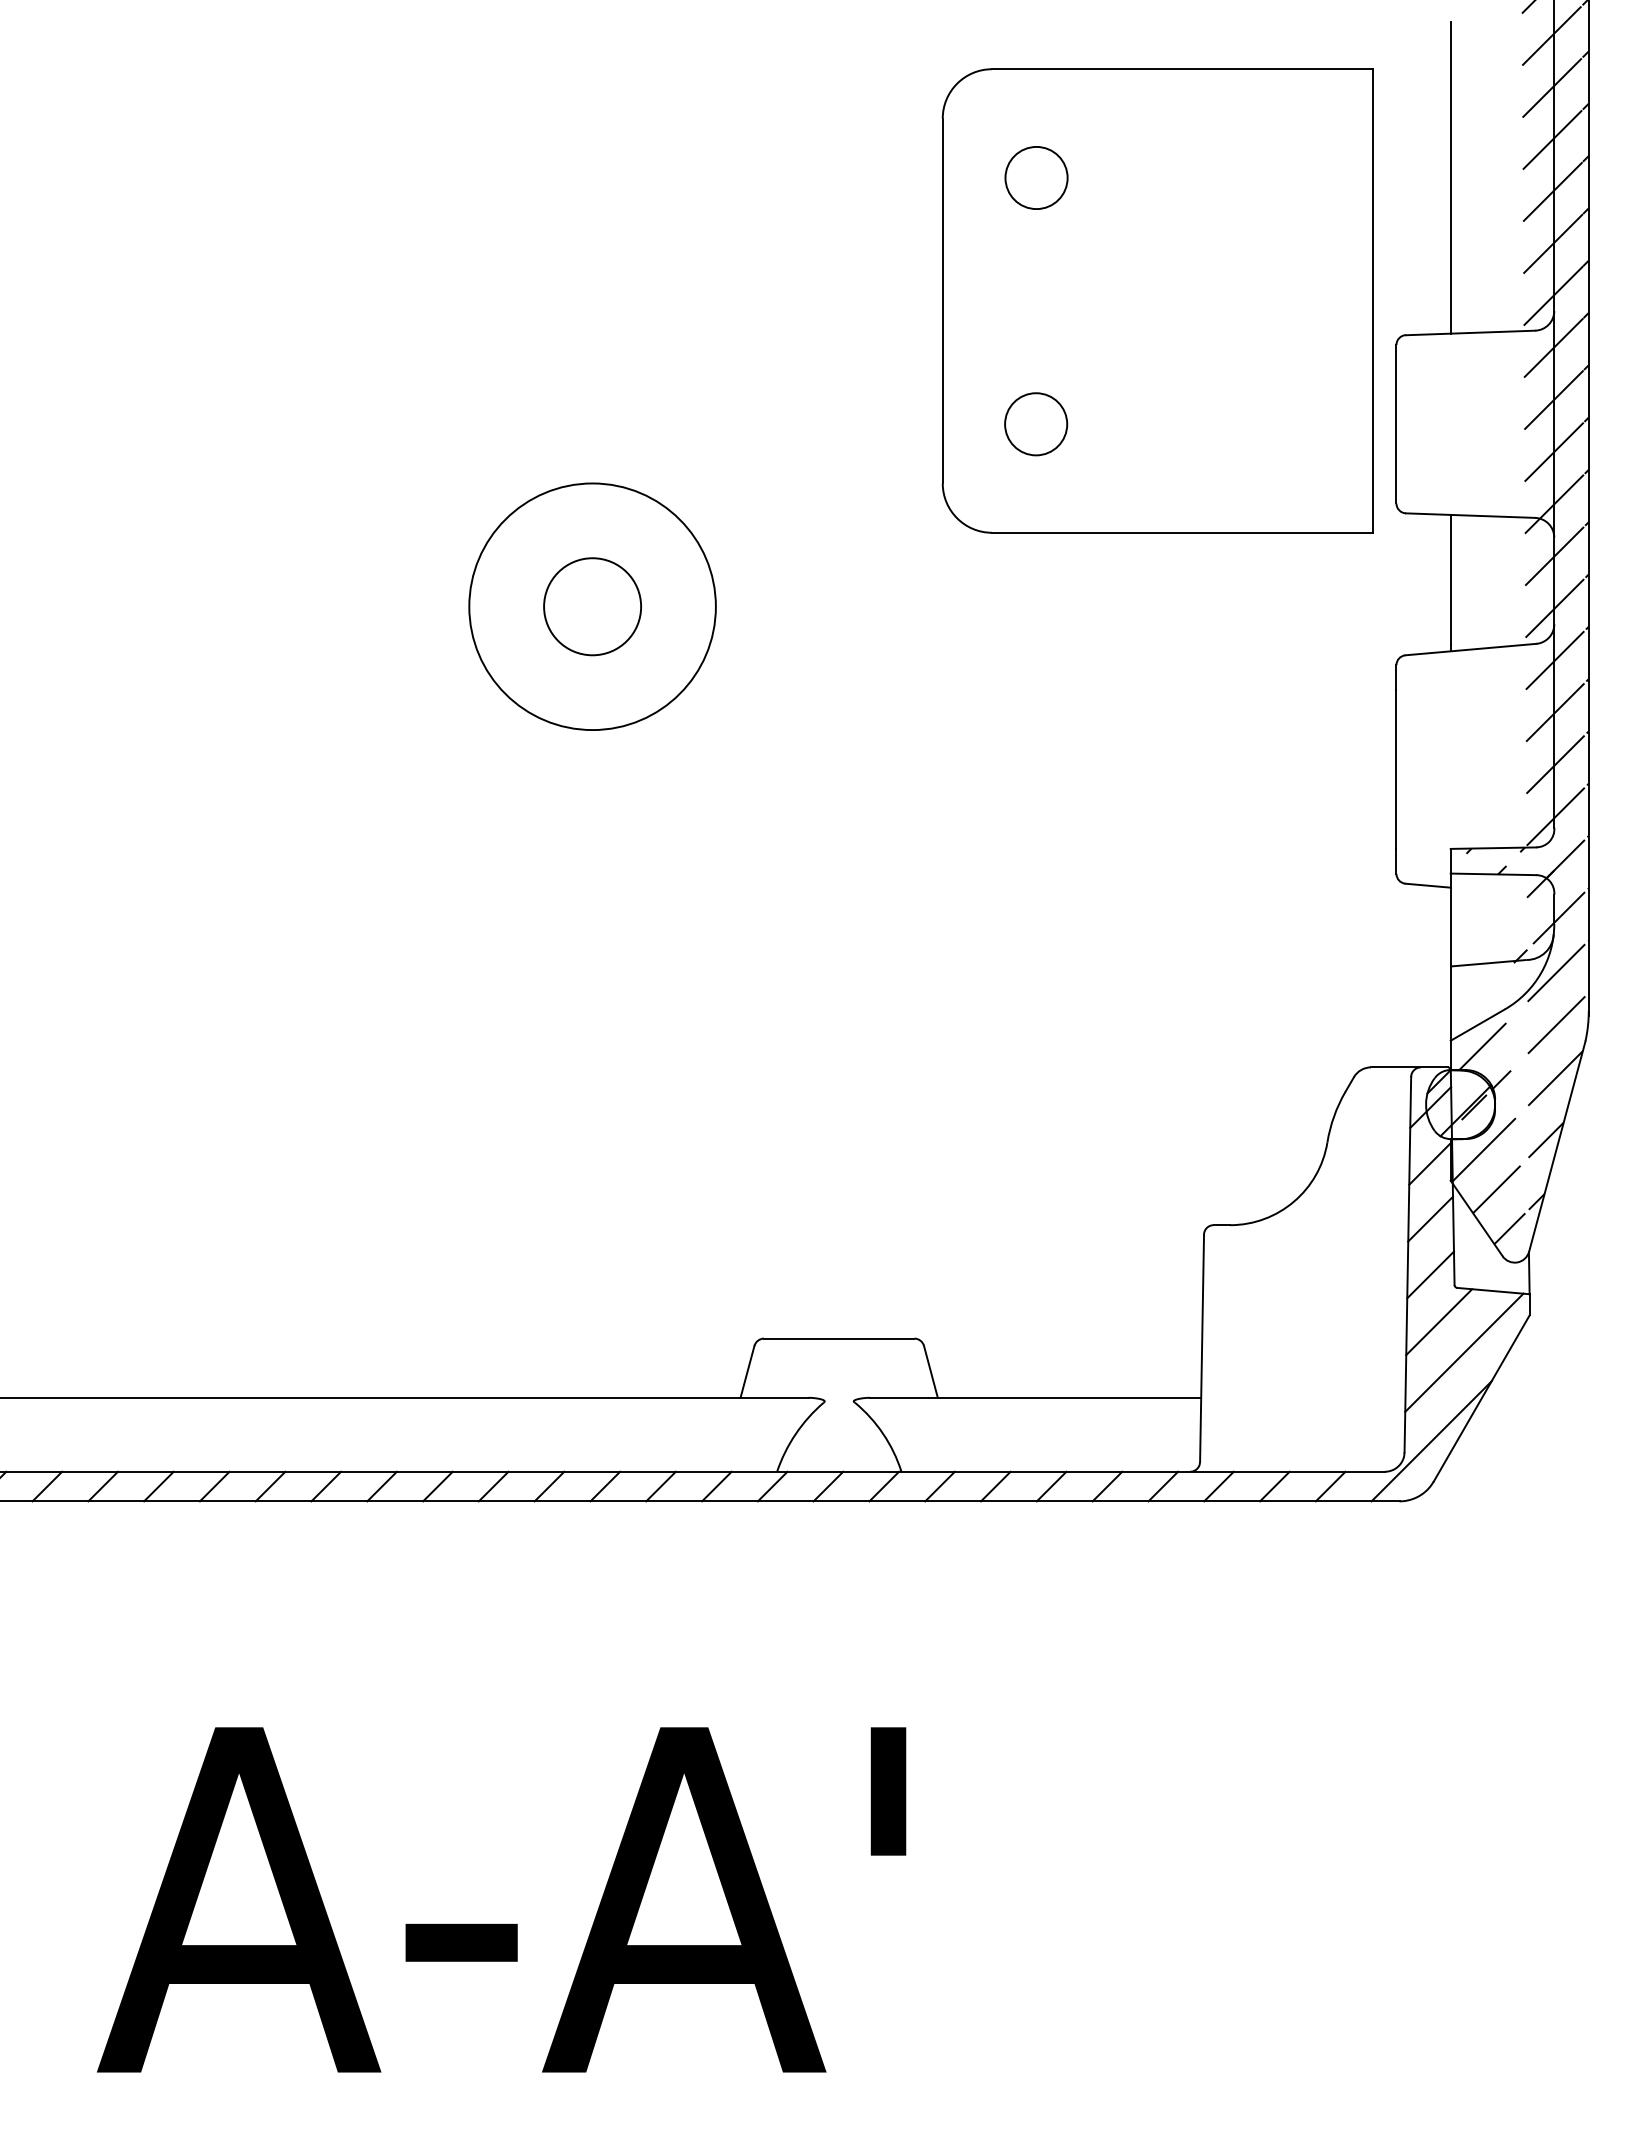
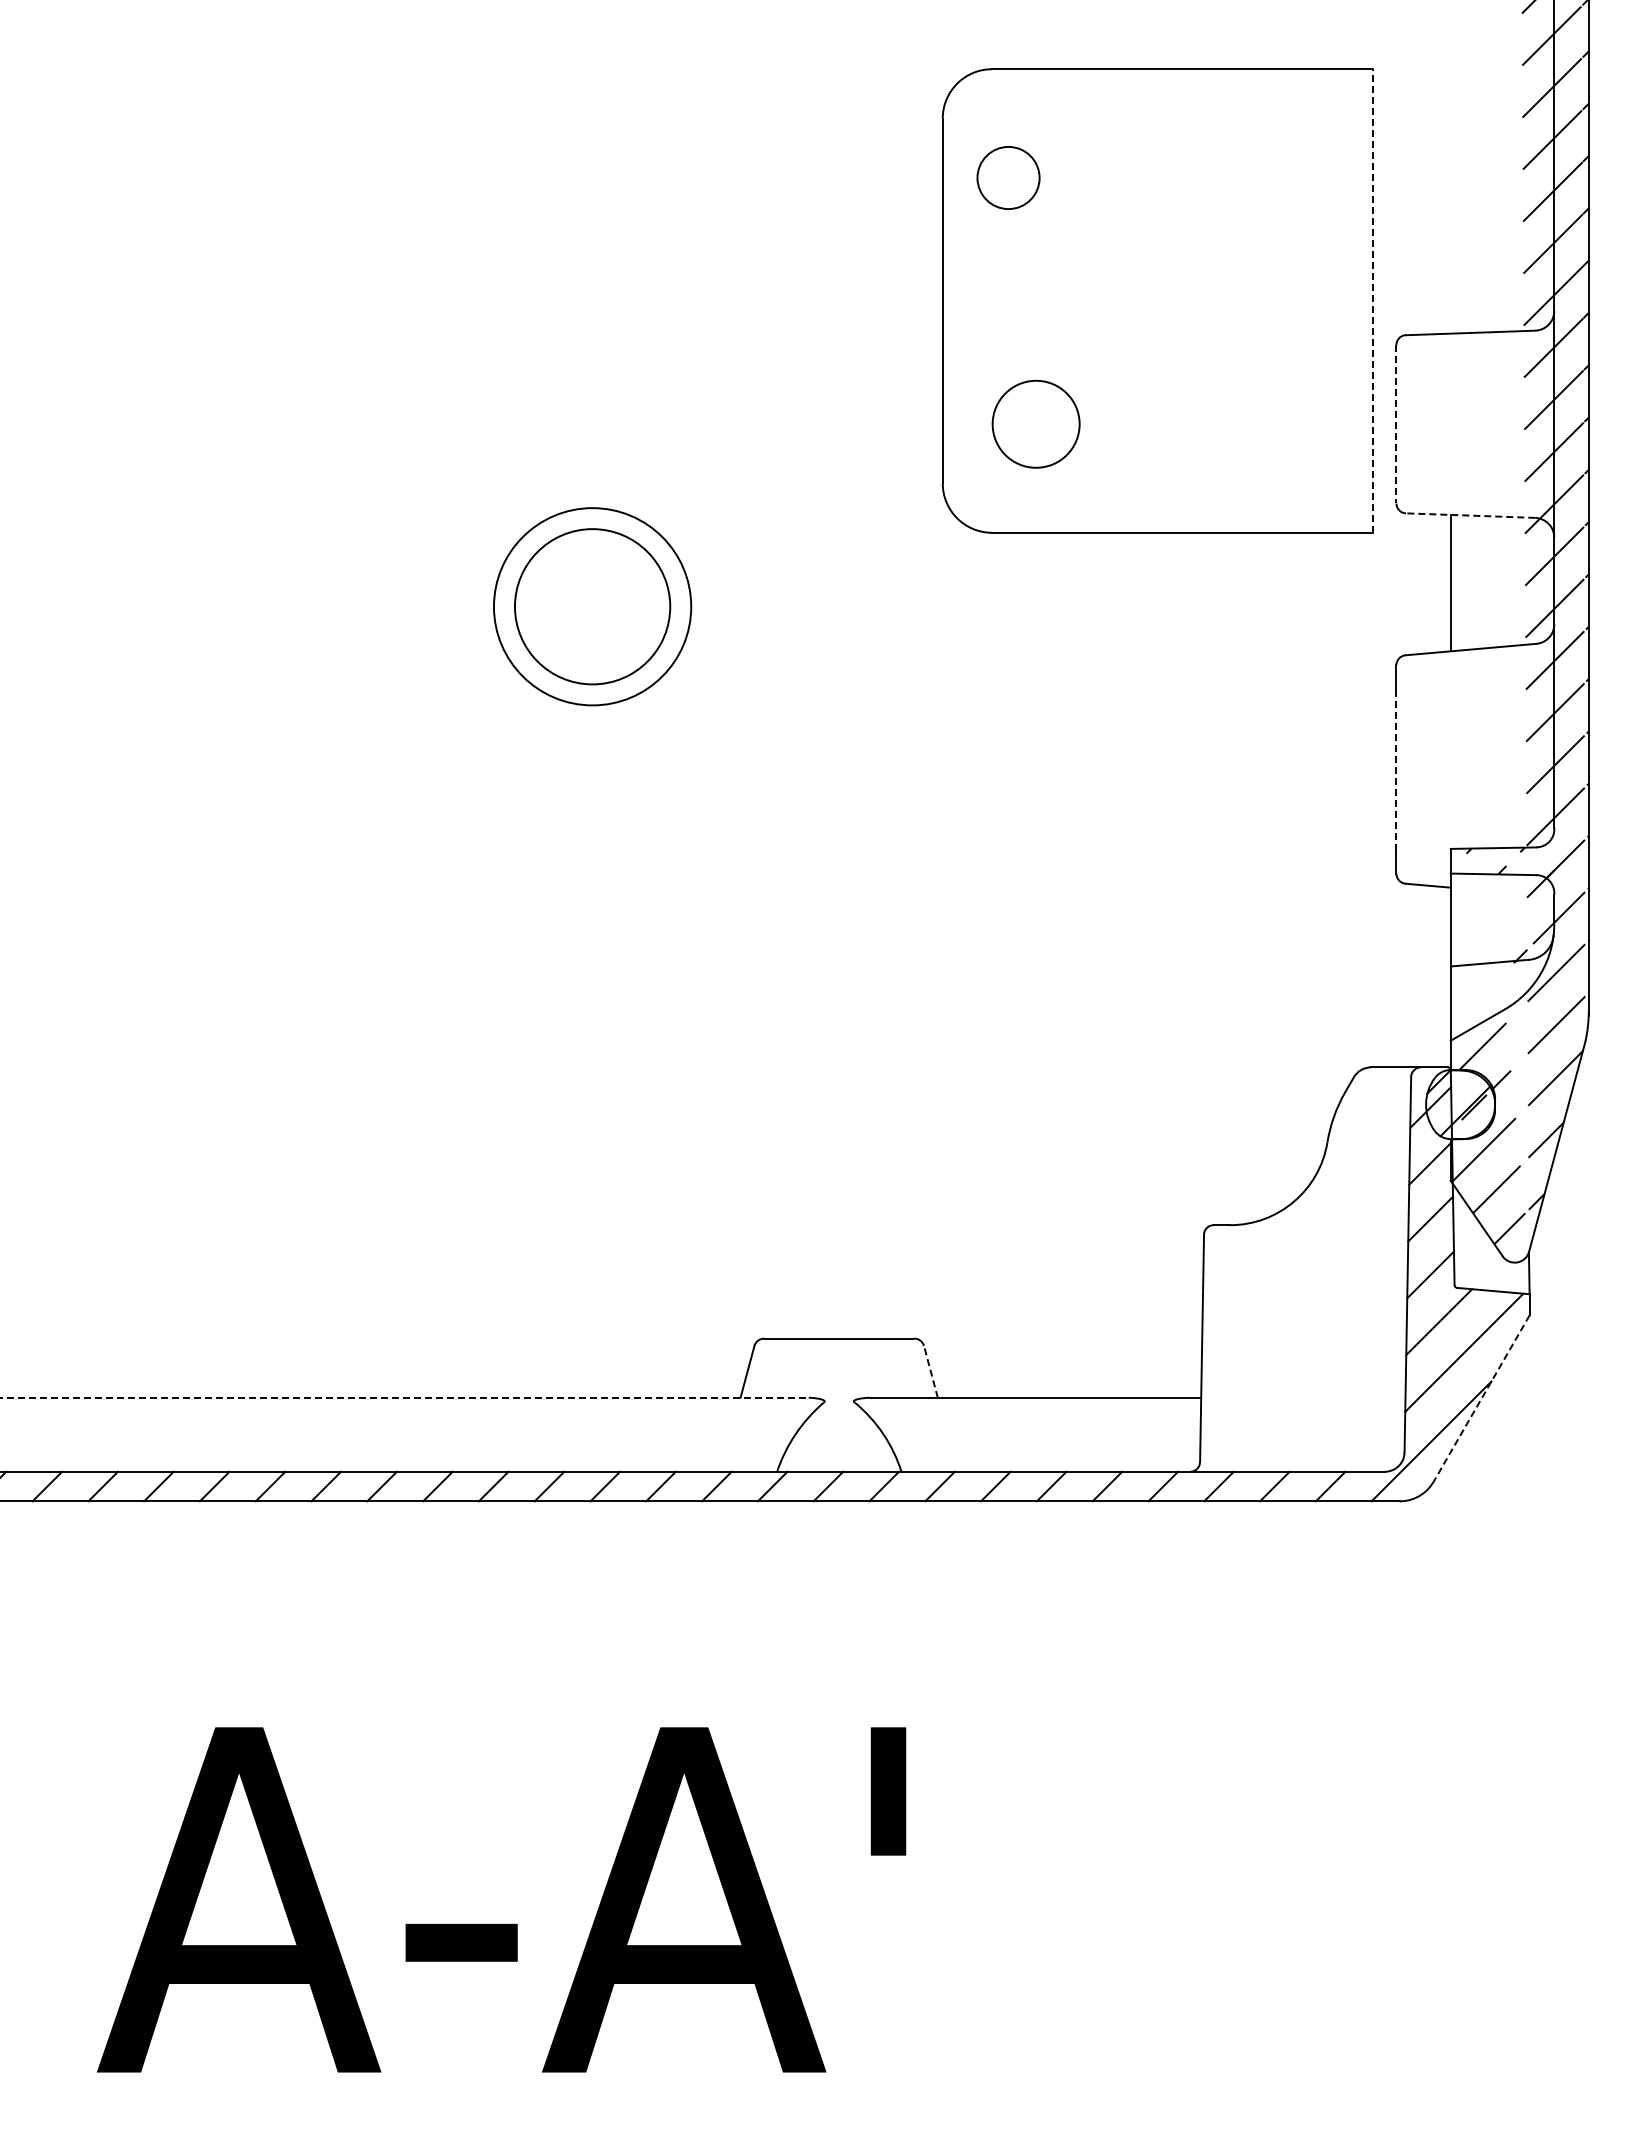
circle at (1036, 177) position: (1036, 177) -> (1008, 177)
line at (1450, 177): present -> none
line at (1372, 301): solid -> dashed
circle at (1036, 424) diameter: 62 px -> 87 px
line at (1396, 424): solid -> dashed
line at (1470, 515): solid -> dashed
circle at (592, 606) diameter: 247 px -> 197 px
circle at (592, 606) diameter: 97 px -> 155 px
line at (1396, 769): solid -> dashed
line at (930, 1371): solid -> dashed
line at (404, 1397): solid -> dashed
line at (1481, 1398): solid -> dashed
